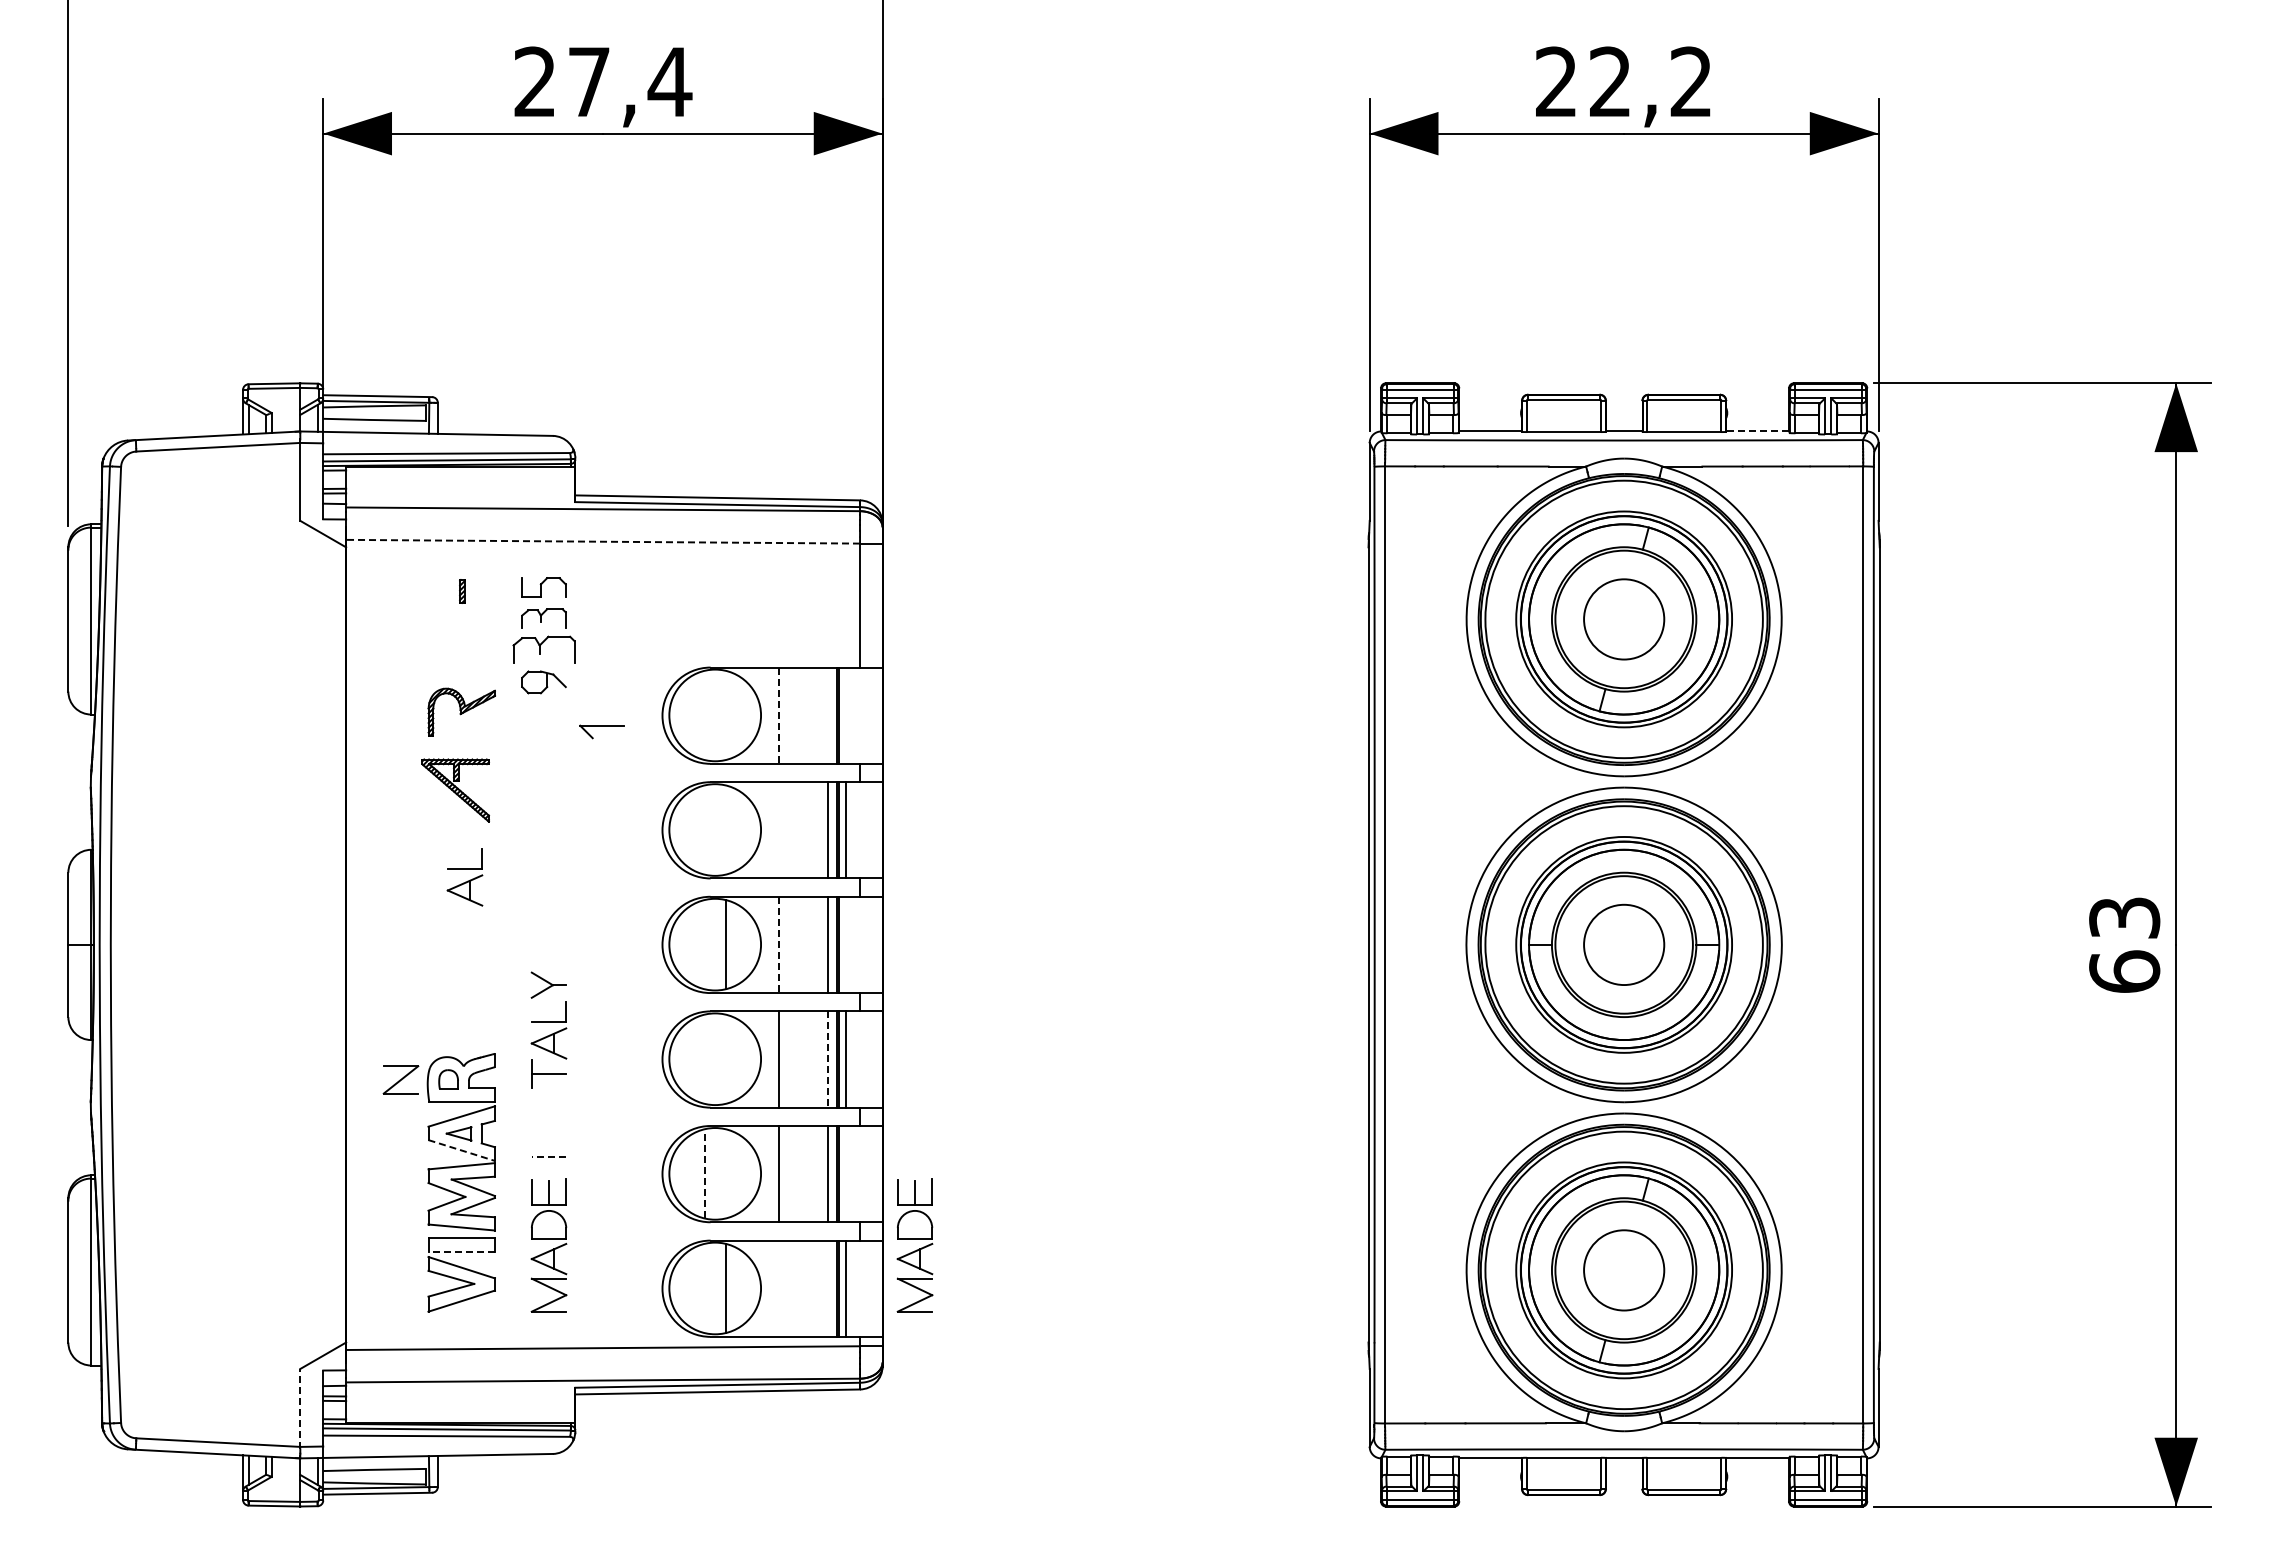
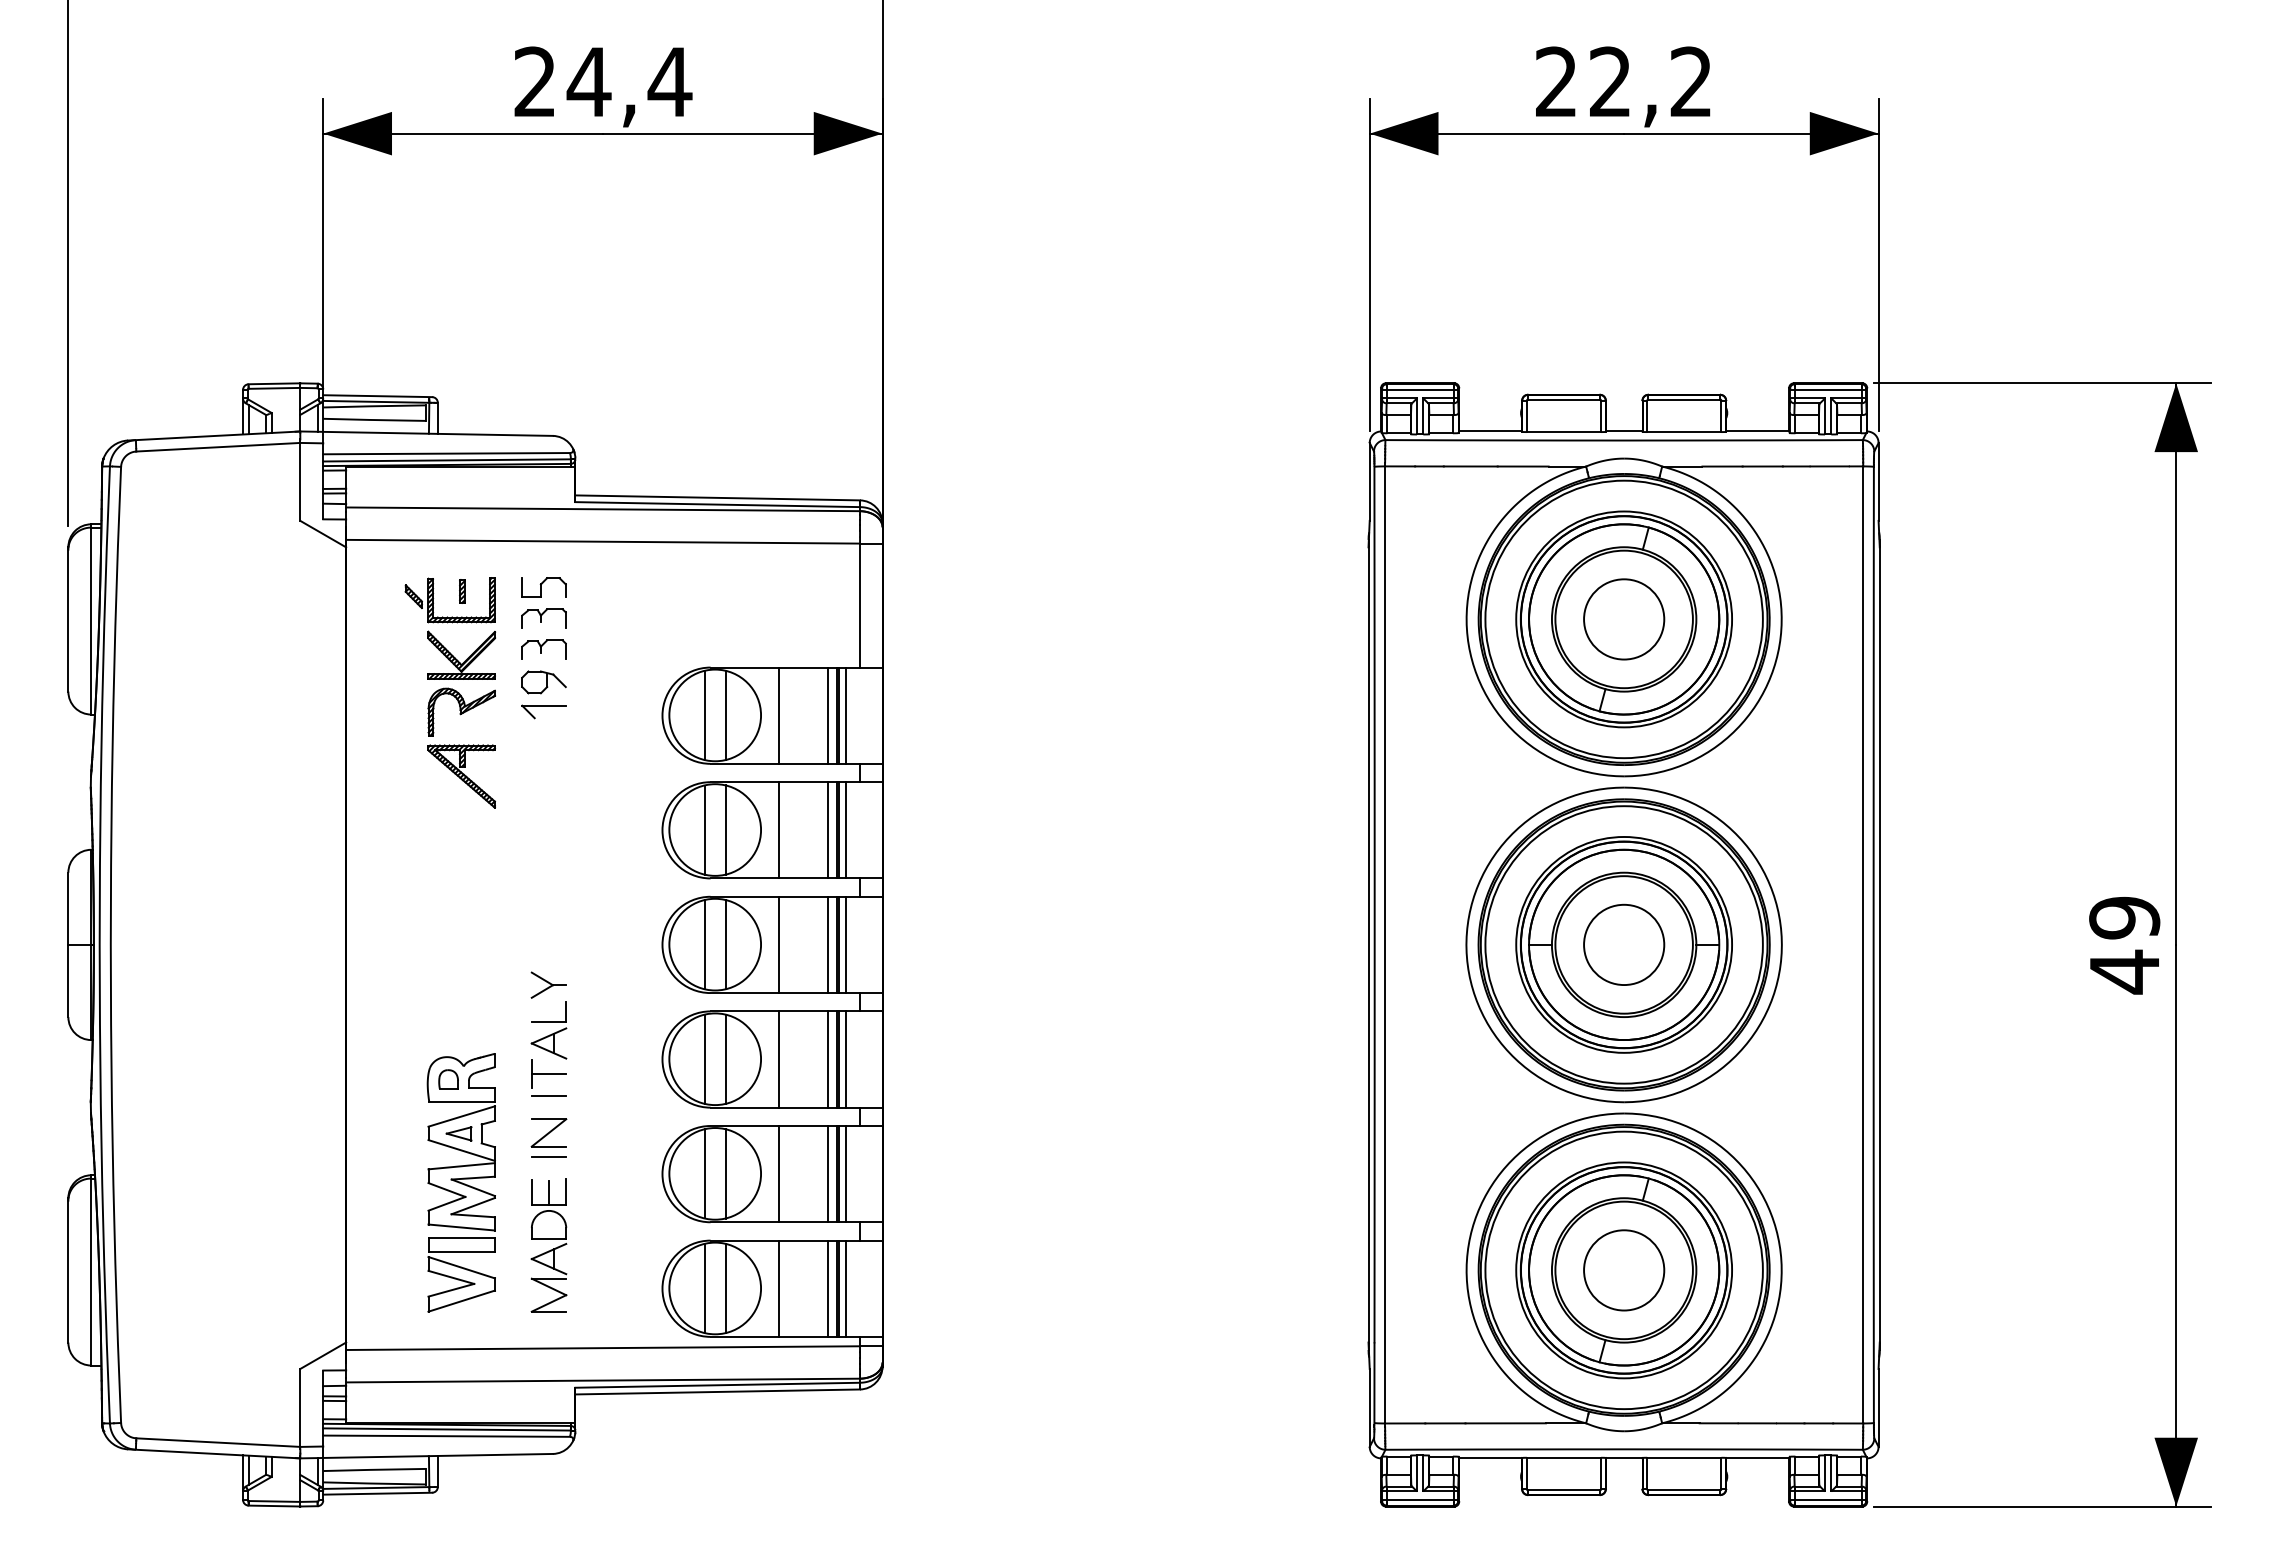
text at (588, 81): 27,4 -> 24,4
line at (1757, 431): dashed -> solid
line at (603, 541): dashed -> solid
part at (450, 628): none -> present
part at (543, 649) size: 64x29 px -> 46x21 px
line at (704, 714): none -> present
line at (725, 715): none -> present
line at (827, 715): none -> present
line at (845, 715): none -> present
line at (779, 716): dashed -> solid
part at (601, 731) position: (601, 731) -> (543, 711)
part at (455, 790) position: (455, 790) -> (461, 776)
line at (704, 829): none -> present
line at (725, 829): none -> present
line at (779, 830): none -> present
part at (464, 877): present -> none
line at (704, 944): none -> present
line at (845, 944): none -> present
line at (779, 945): dashed -> solid
text at (2124, 945): 63 -> 49
line at (704, 1058): none -> present
line at (725, 1058): none -> present
line at (827, 1060): dashed -> solid
part at (400, 1079) position: (400, 1079) -> (548, 1132)
line at (548, 1095): none -> present
line at (461, 1150): dashed -> solid
line at (548, 1156): dashed -> solid
line at (704, 1173): dashed -> solid
line at (725, 1173): none -> present
line at (845, 1174): none -> present
part at (914, 1245): present -> none
line at (461, 1251): dashed -> solid
line at (704, 1287): none -> present
line at (779, 1288): none -> present
line at (827, 1288): none -> present
line at (300, 1408): dashed -> solid
